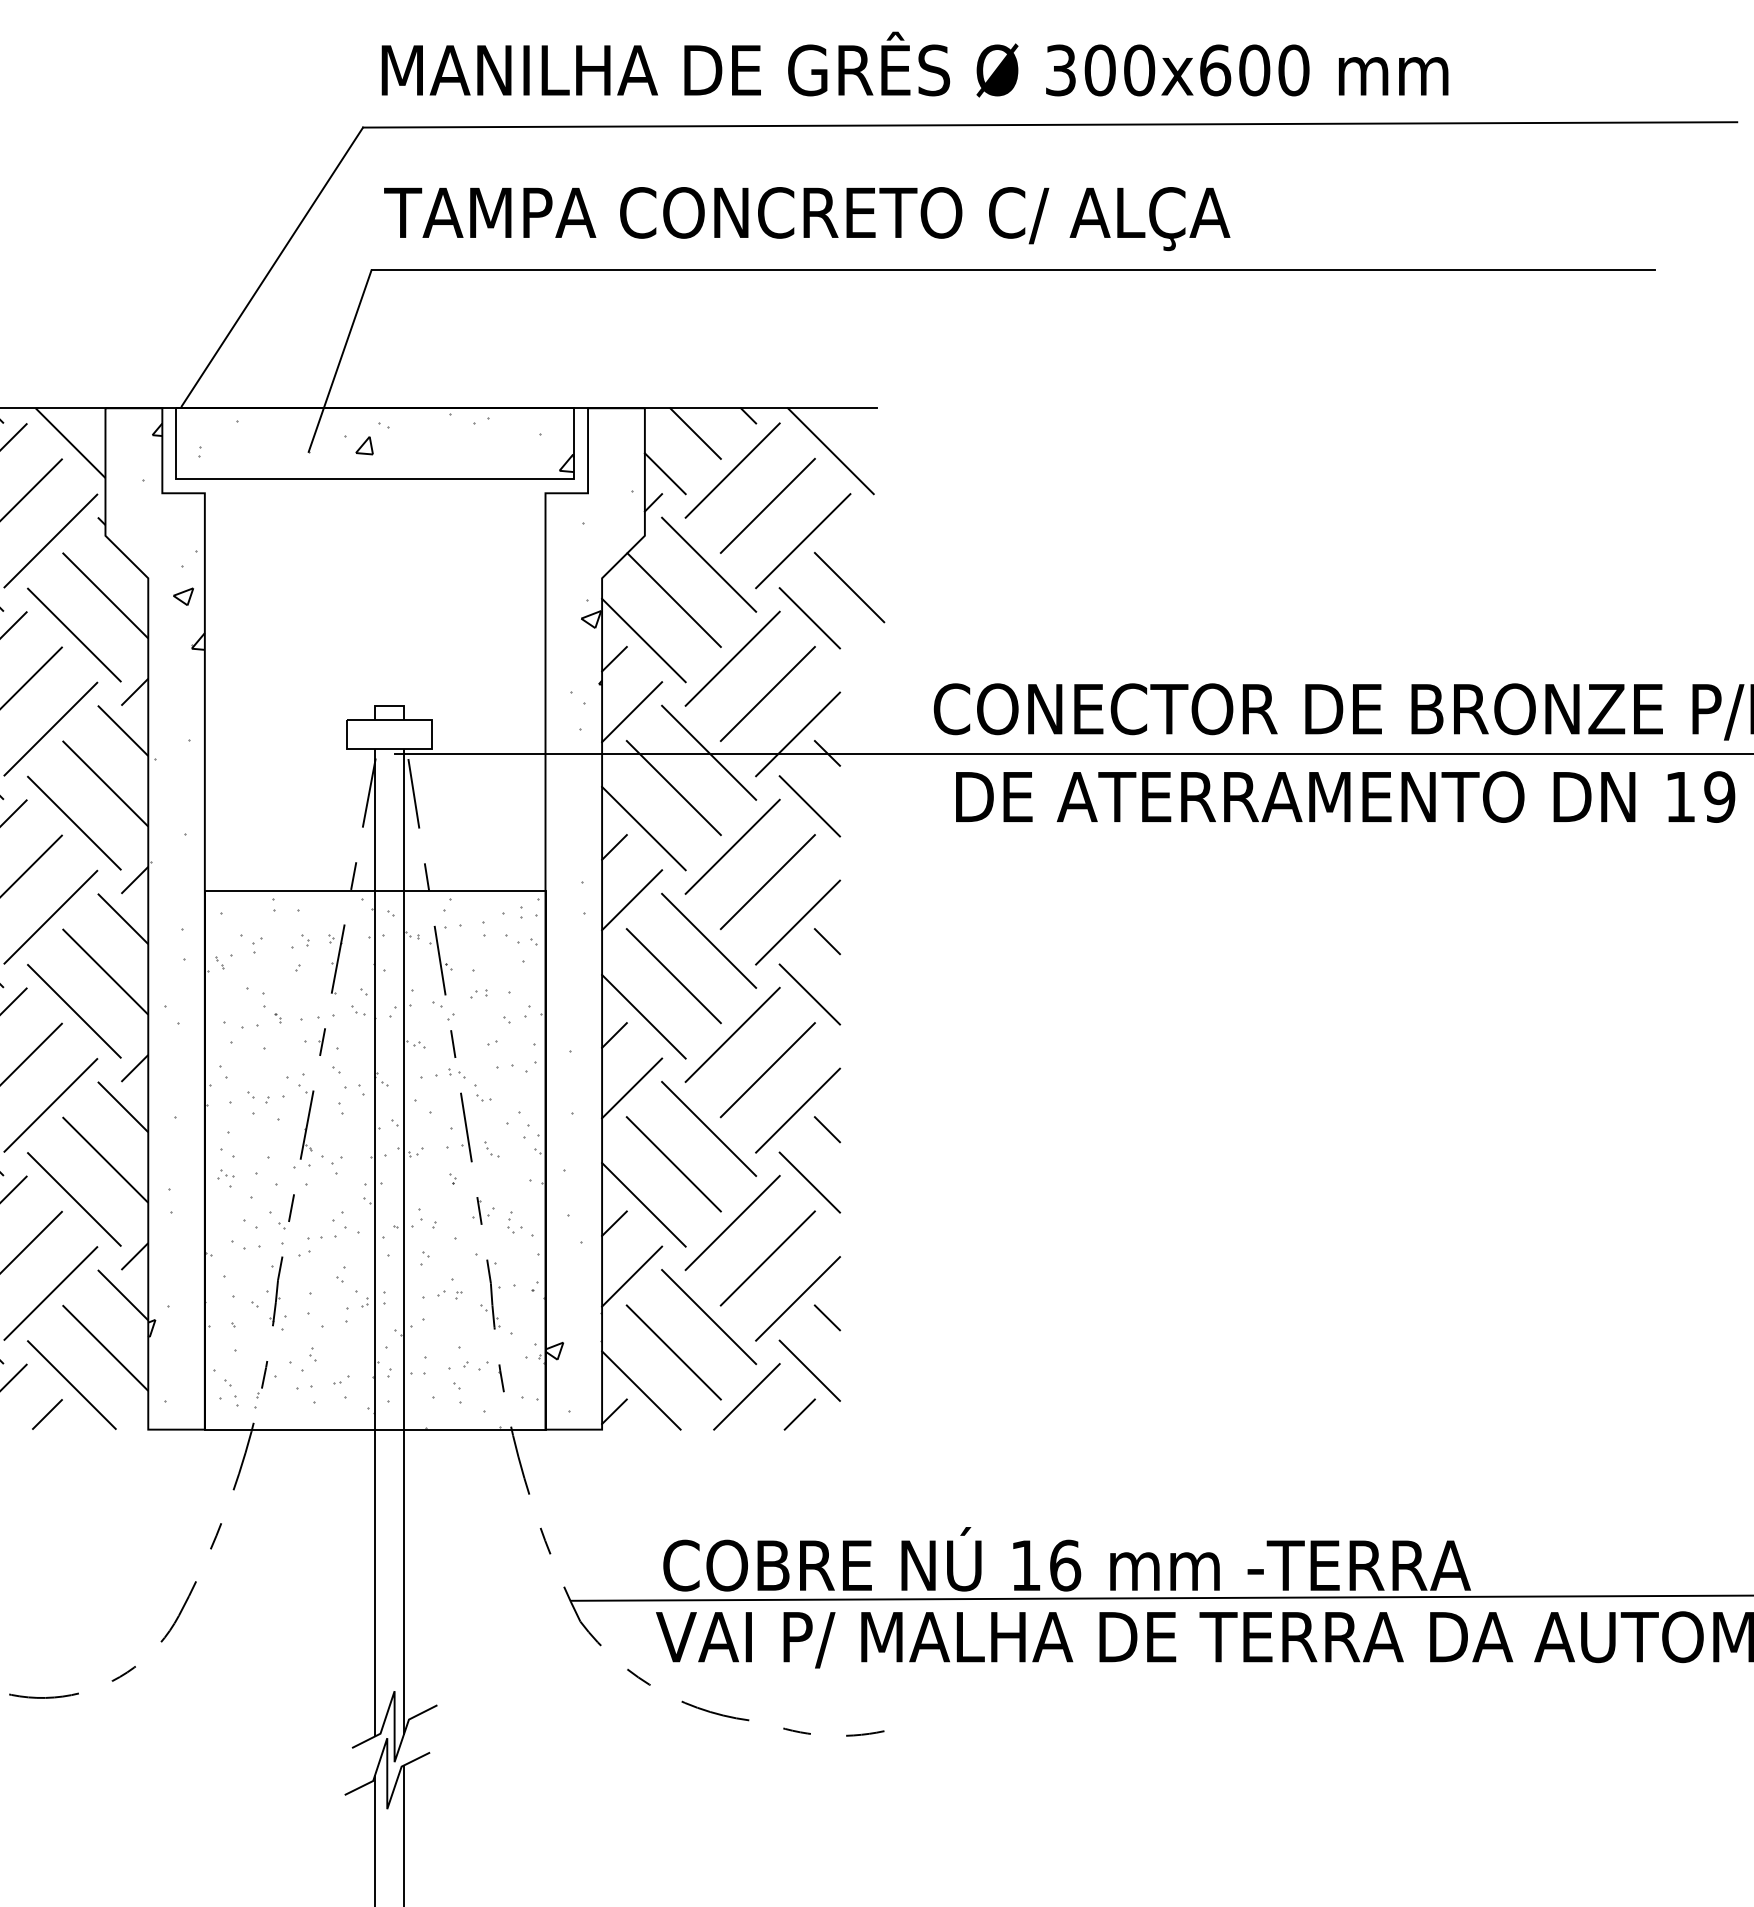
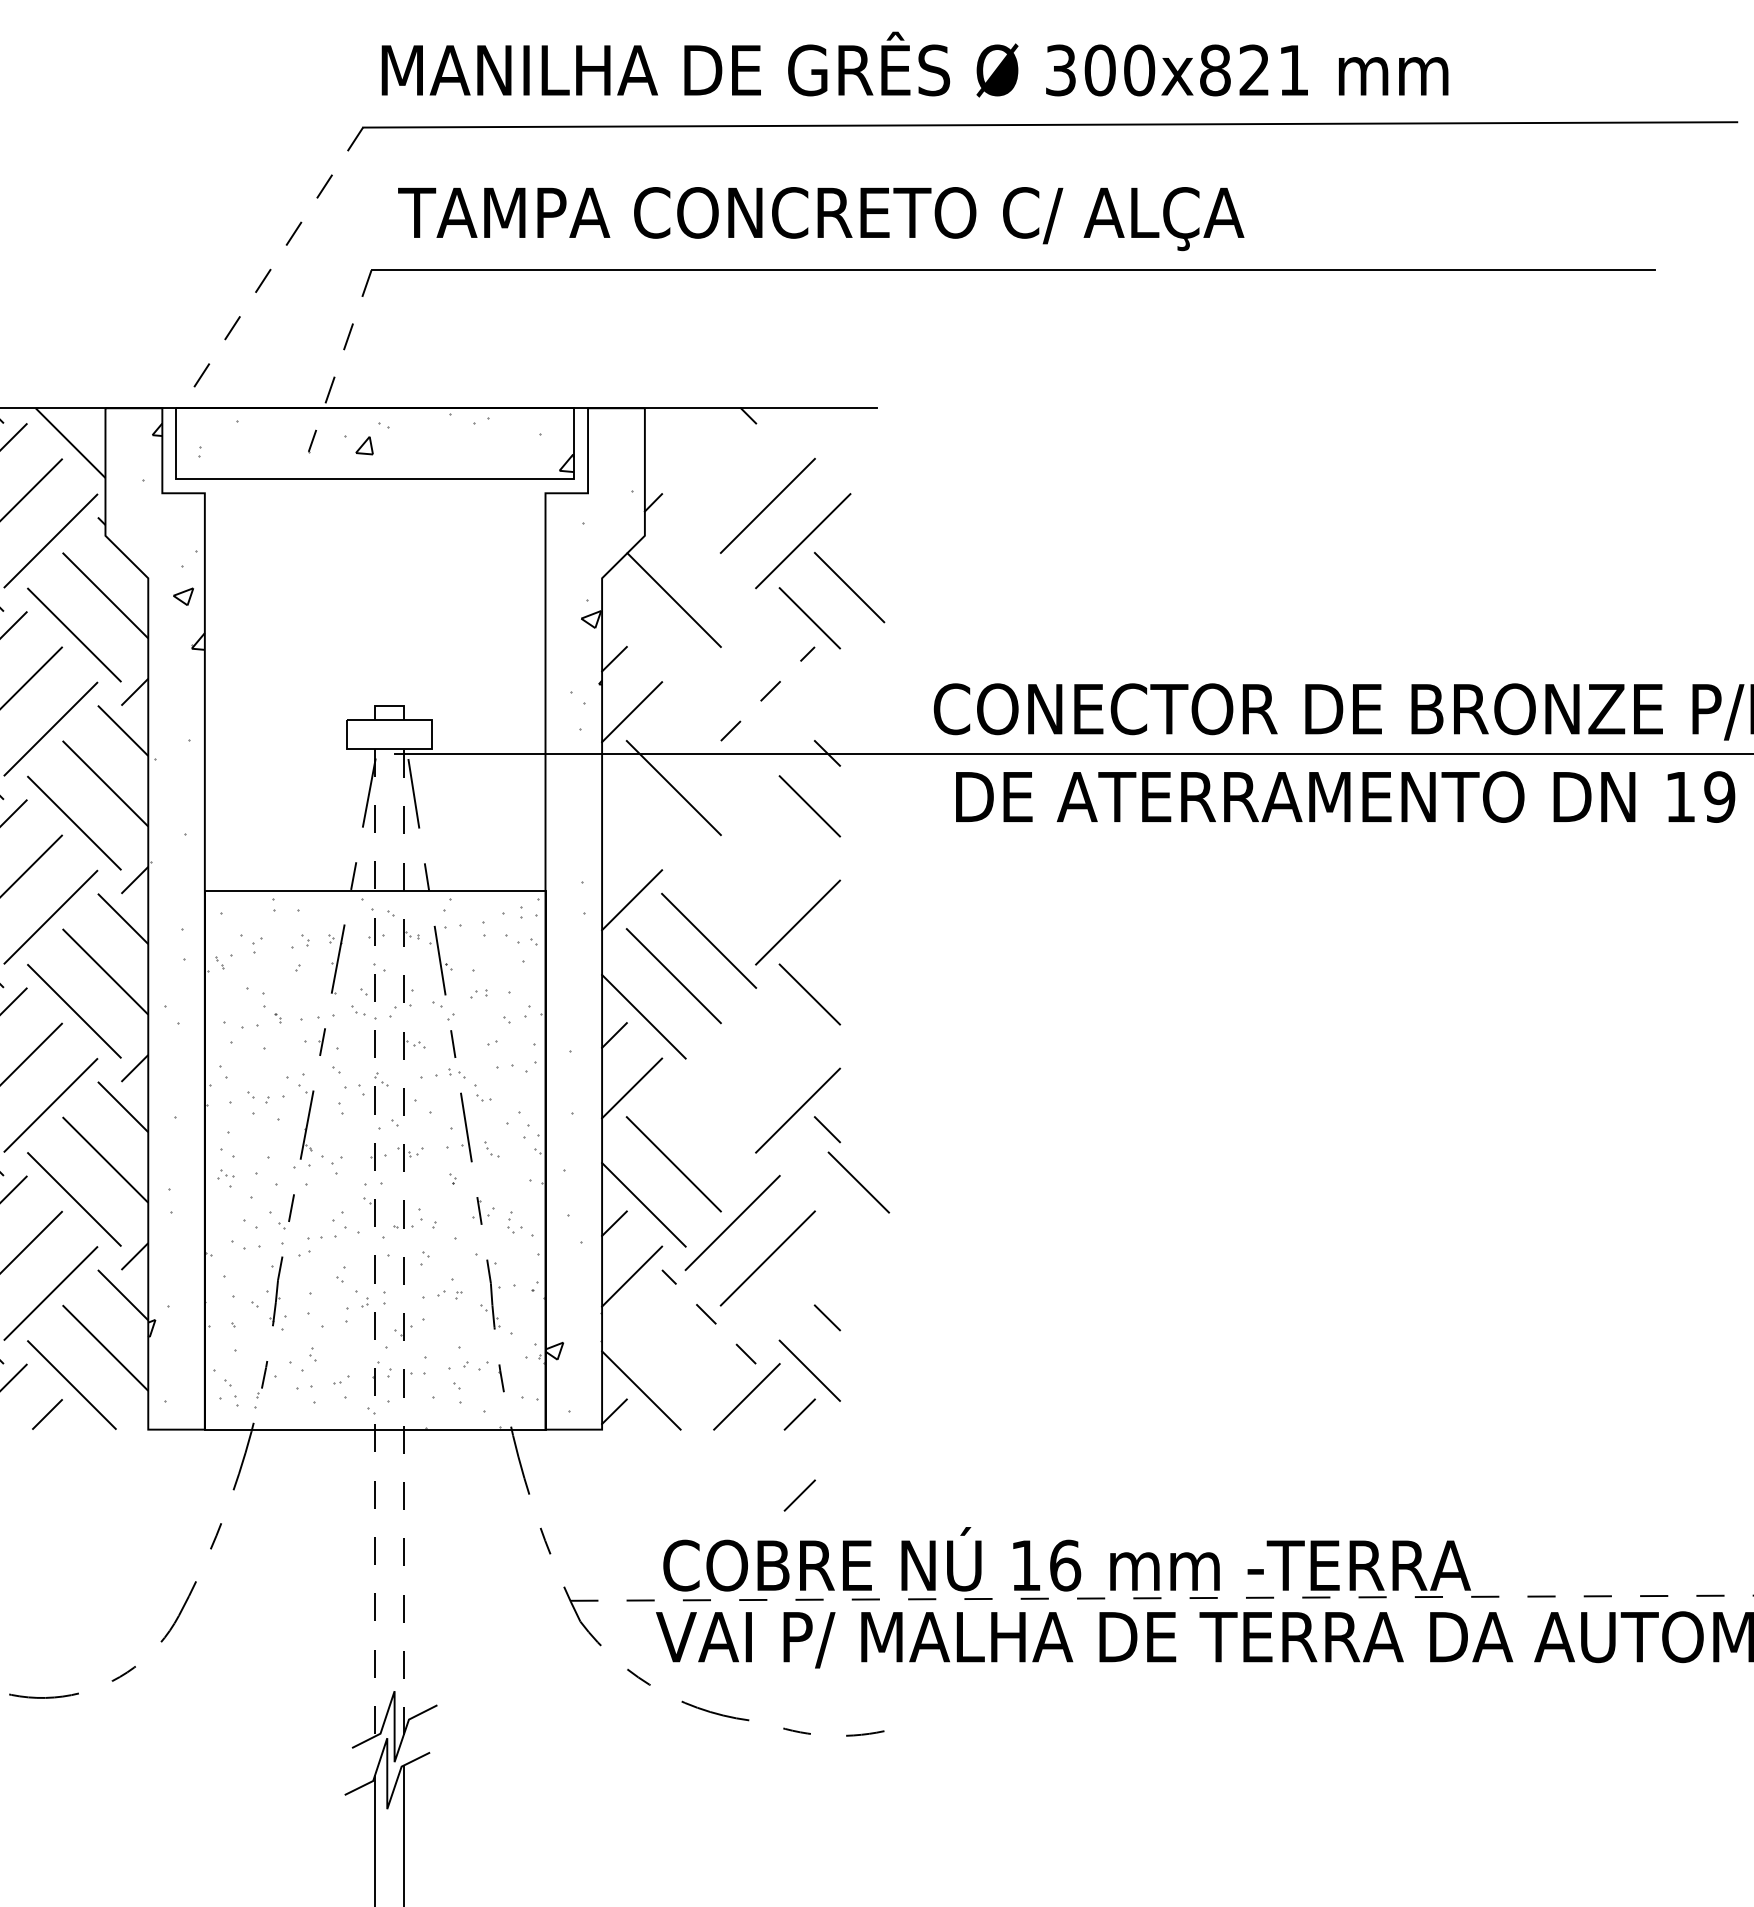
text at (1254, 70): 300x600 -> 300x821
text at (807, 219) position: (807, 219) -> (821, 219)
line at (272, 267): solid -> dashed
line at (339, 361): solid -> dashed
line at (695, 433): present -> none
line at (830, 451): present -> none
line at (732, 470): present -> none
line at (664, 473): present -> none
line at (709, 564): present -> none
line at (643, 640): present -> none
line at (732, 658): present -> none
line at (768, 693): solid -> dashed
line at (797, 734): present -> none
line at (709, 752): present -> none
line at (643, 828): present -> none
line at (732, 846): present -> none
line at (614, 847): present -> none
line at (767, 882): present -> none
line at (826, 941): present -> none
line at (732, 1034): present -> none
line at (767, 1070): present -> none
line at (709, 1128): present -> none
line at (809, 1182) position: (809, 1182) -> (858, 1182)
line at (403, 1241): solid -> dashed
line at (375, 1242): solid -> dashed
line at (797, 1298): present -> none
line at (708, 1316): solid -> dashed
line at (673, 1352): present -> none
line at (799, 1495): none -> present
line at (1162, 1598): solid -> dashed
